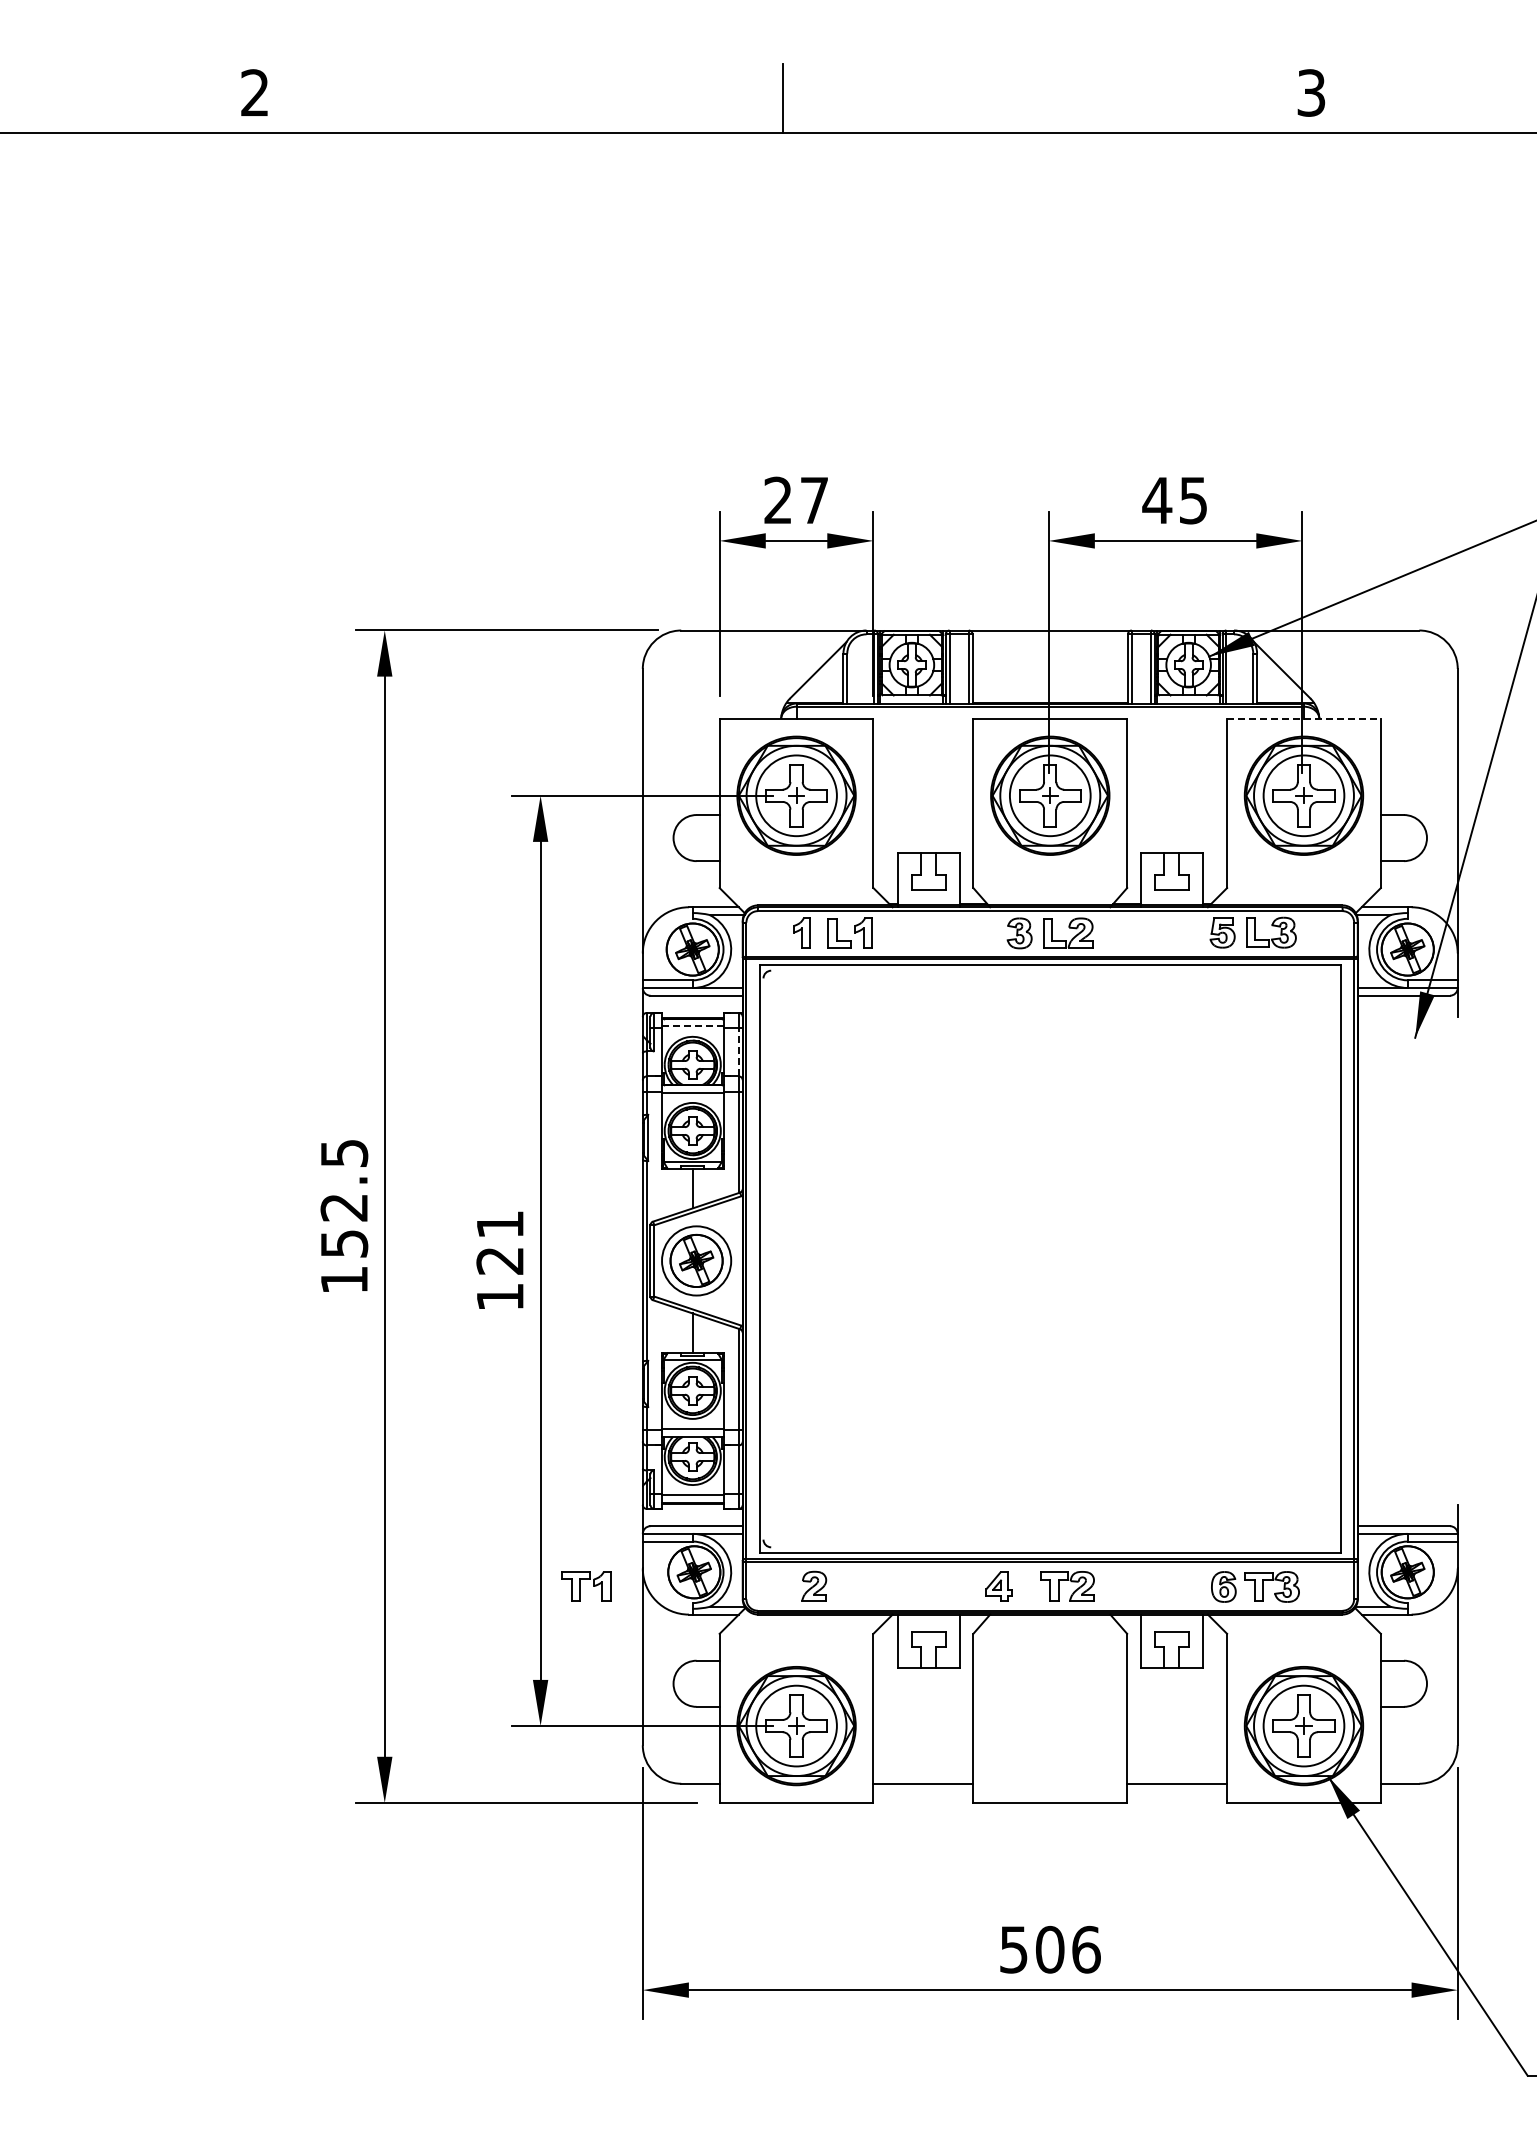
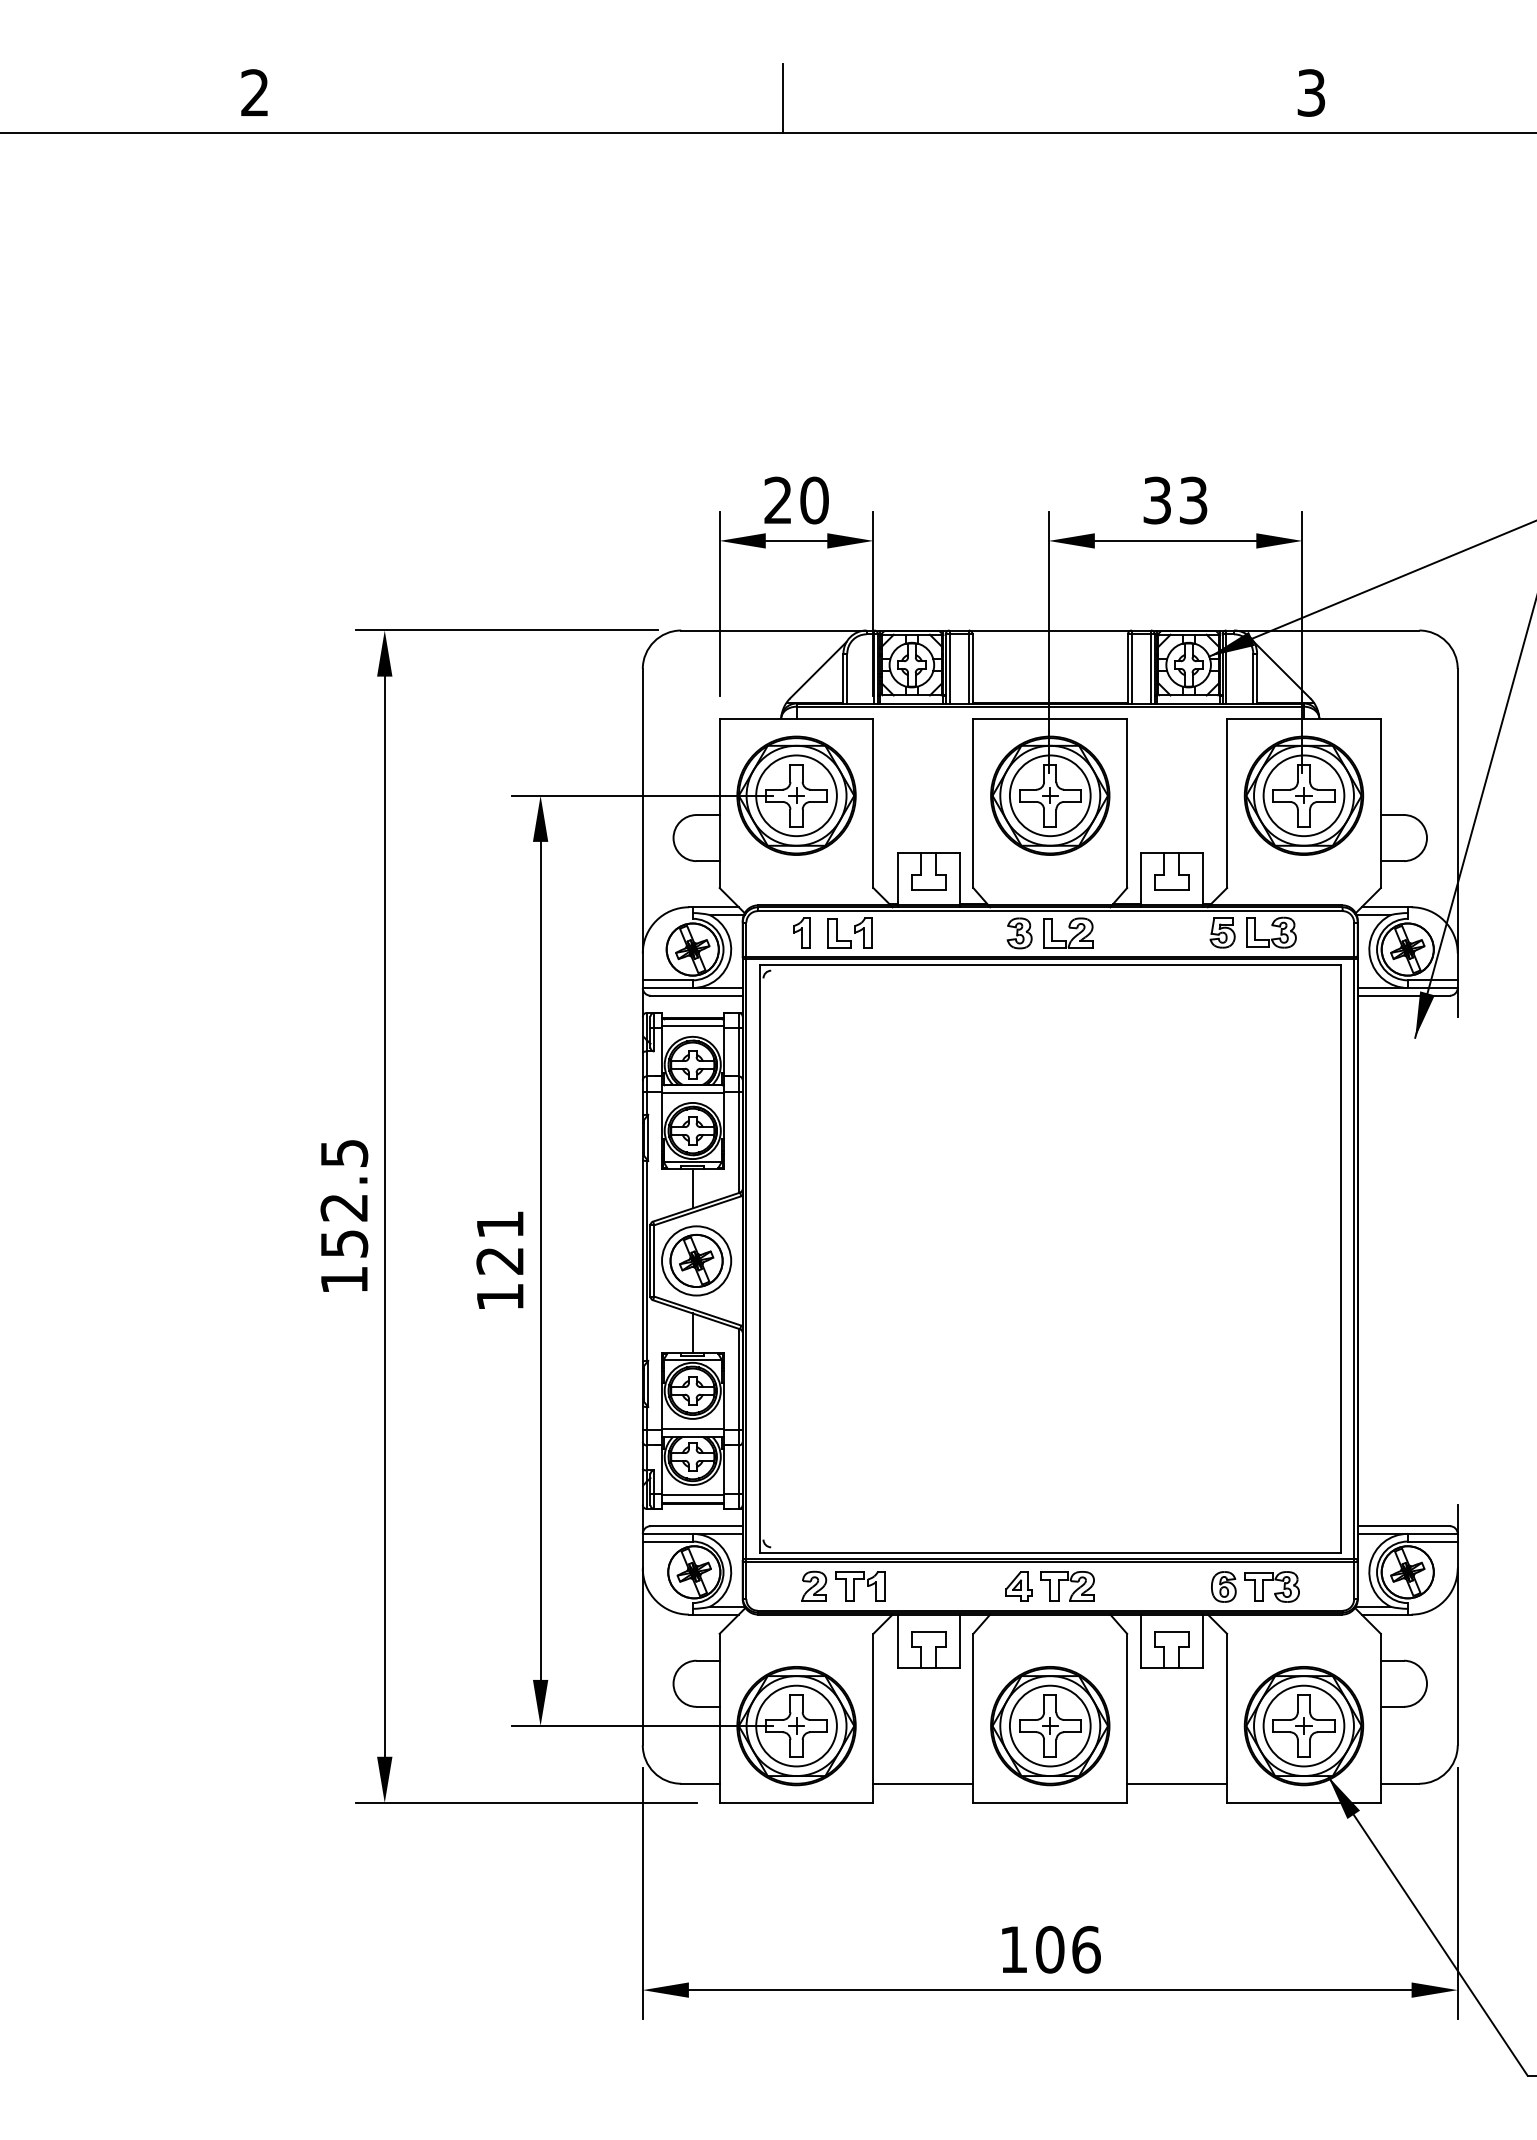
text at (814, 500): 27 -> 20
text at (1174, 500): 45 -> 33
line at (1303, 718): dashed -> solid
line at (692, 1026): dashed -> solid
line at (738, 1051): dashed -> solid
part at (586, 1586) position: (586, 1586) -> (860, 1586)
part at (998, 1586) position: (998, 1586) -> (1018, 1586)
part at (1050, 1726): none -> present
text at (1013, 1949): 506 -> 106
